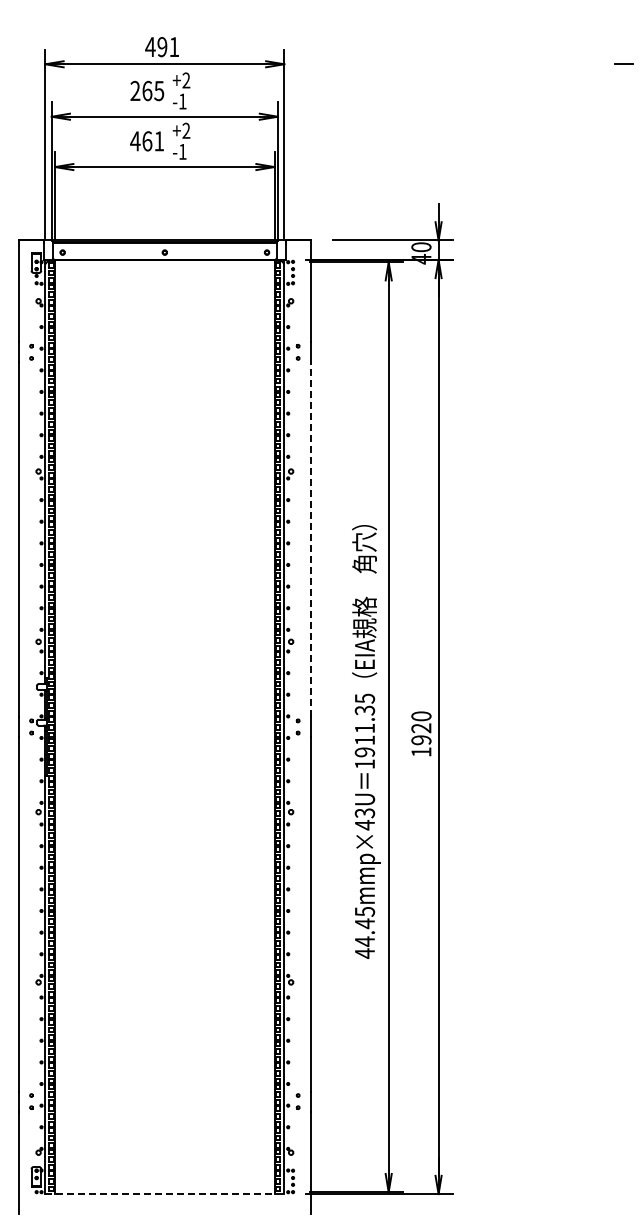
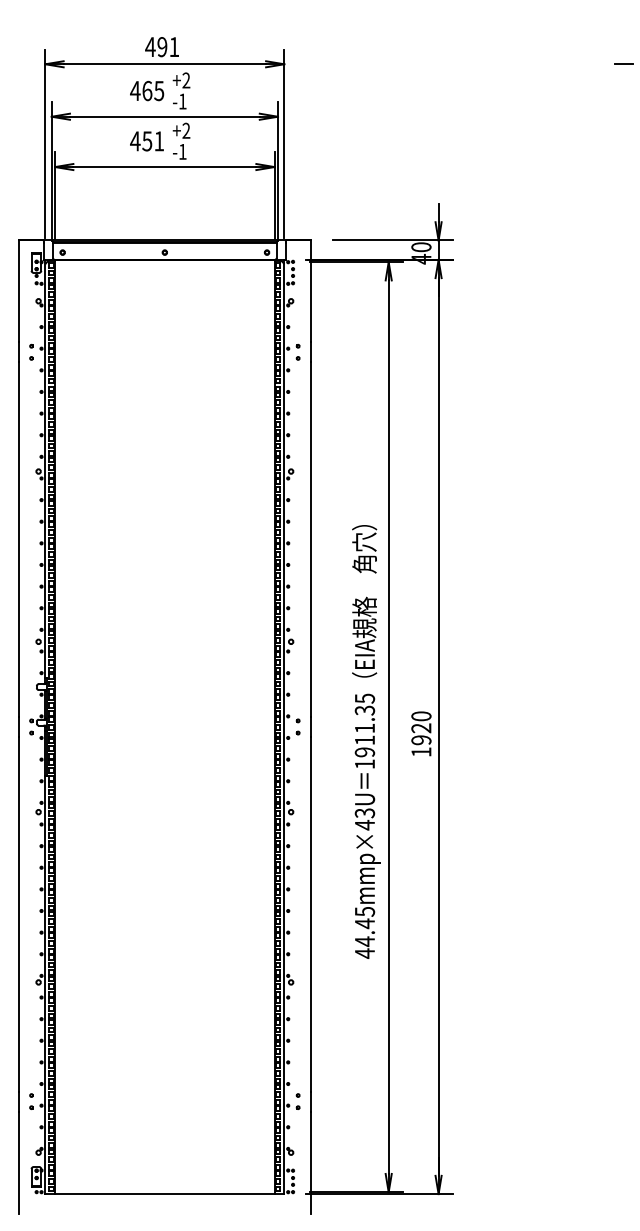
text at (135, 90): 265 -> 465
text at (147, 141): 461 -> 451
line at (310, 539): dashed -> solid
line at (165, 1194): dashed -> solid
